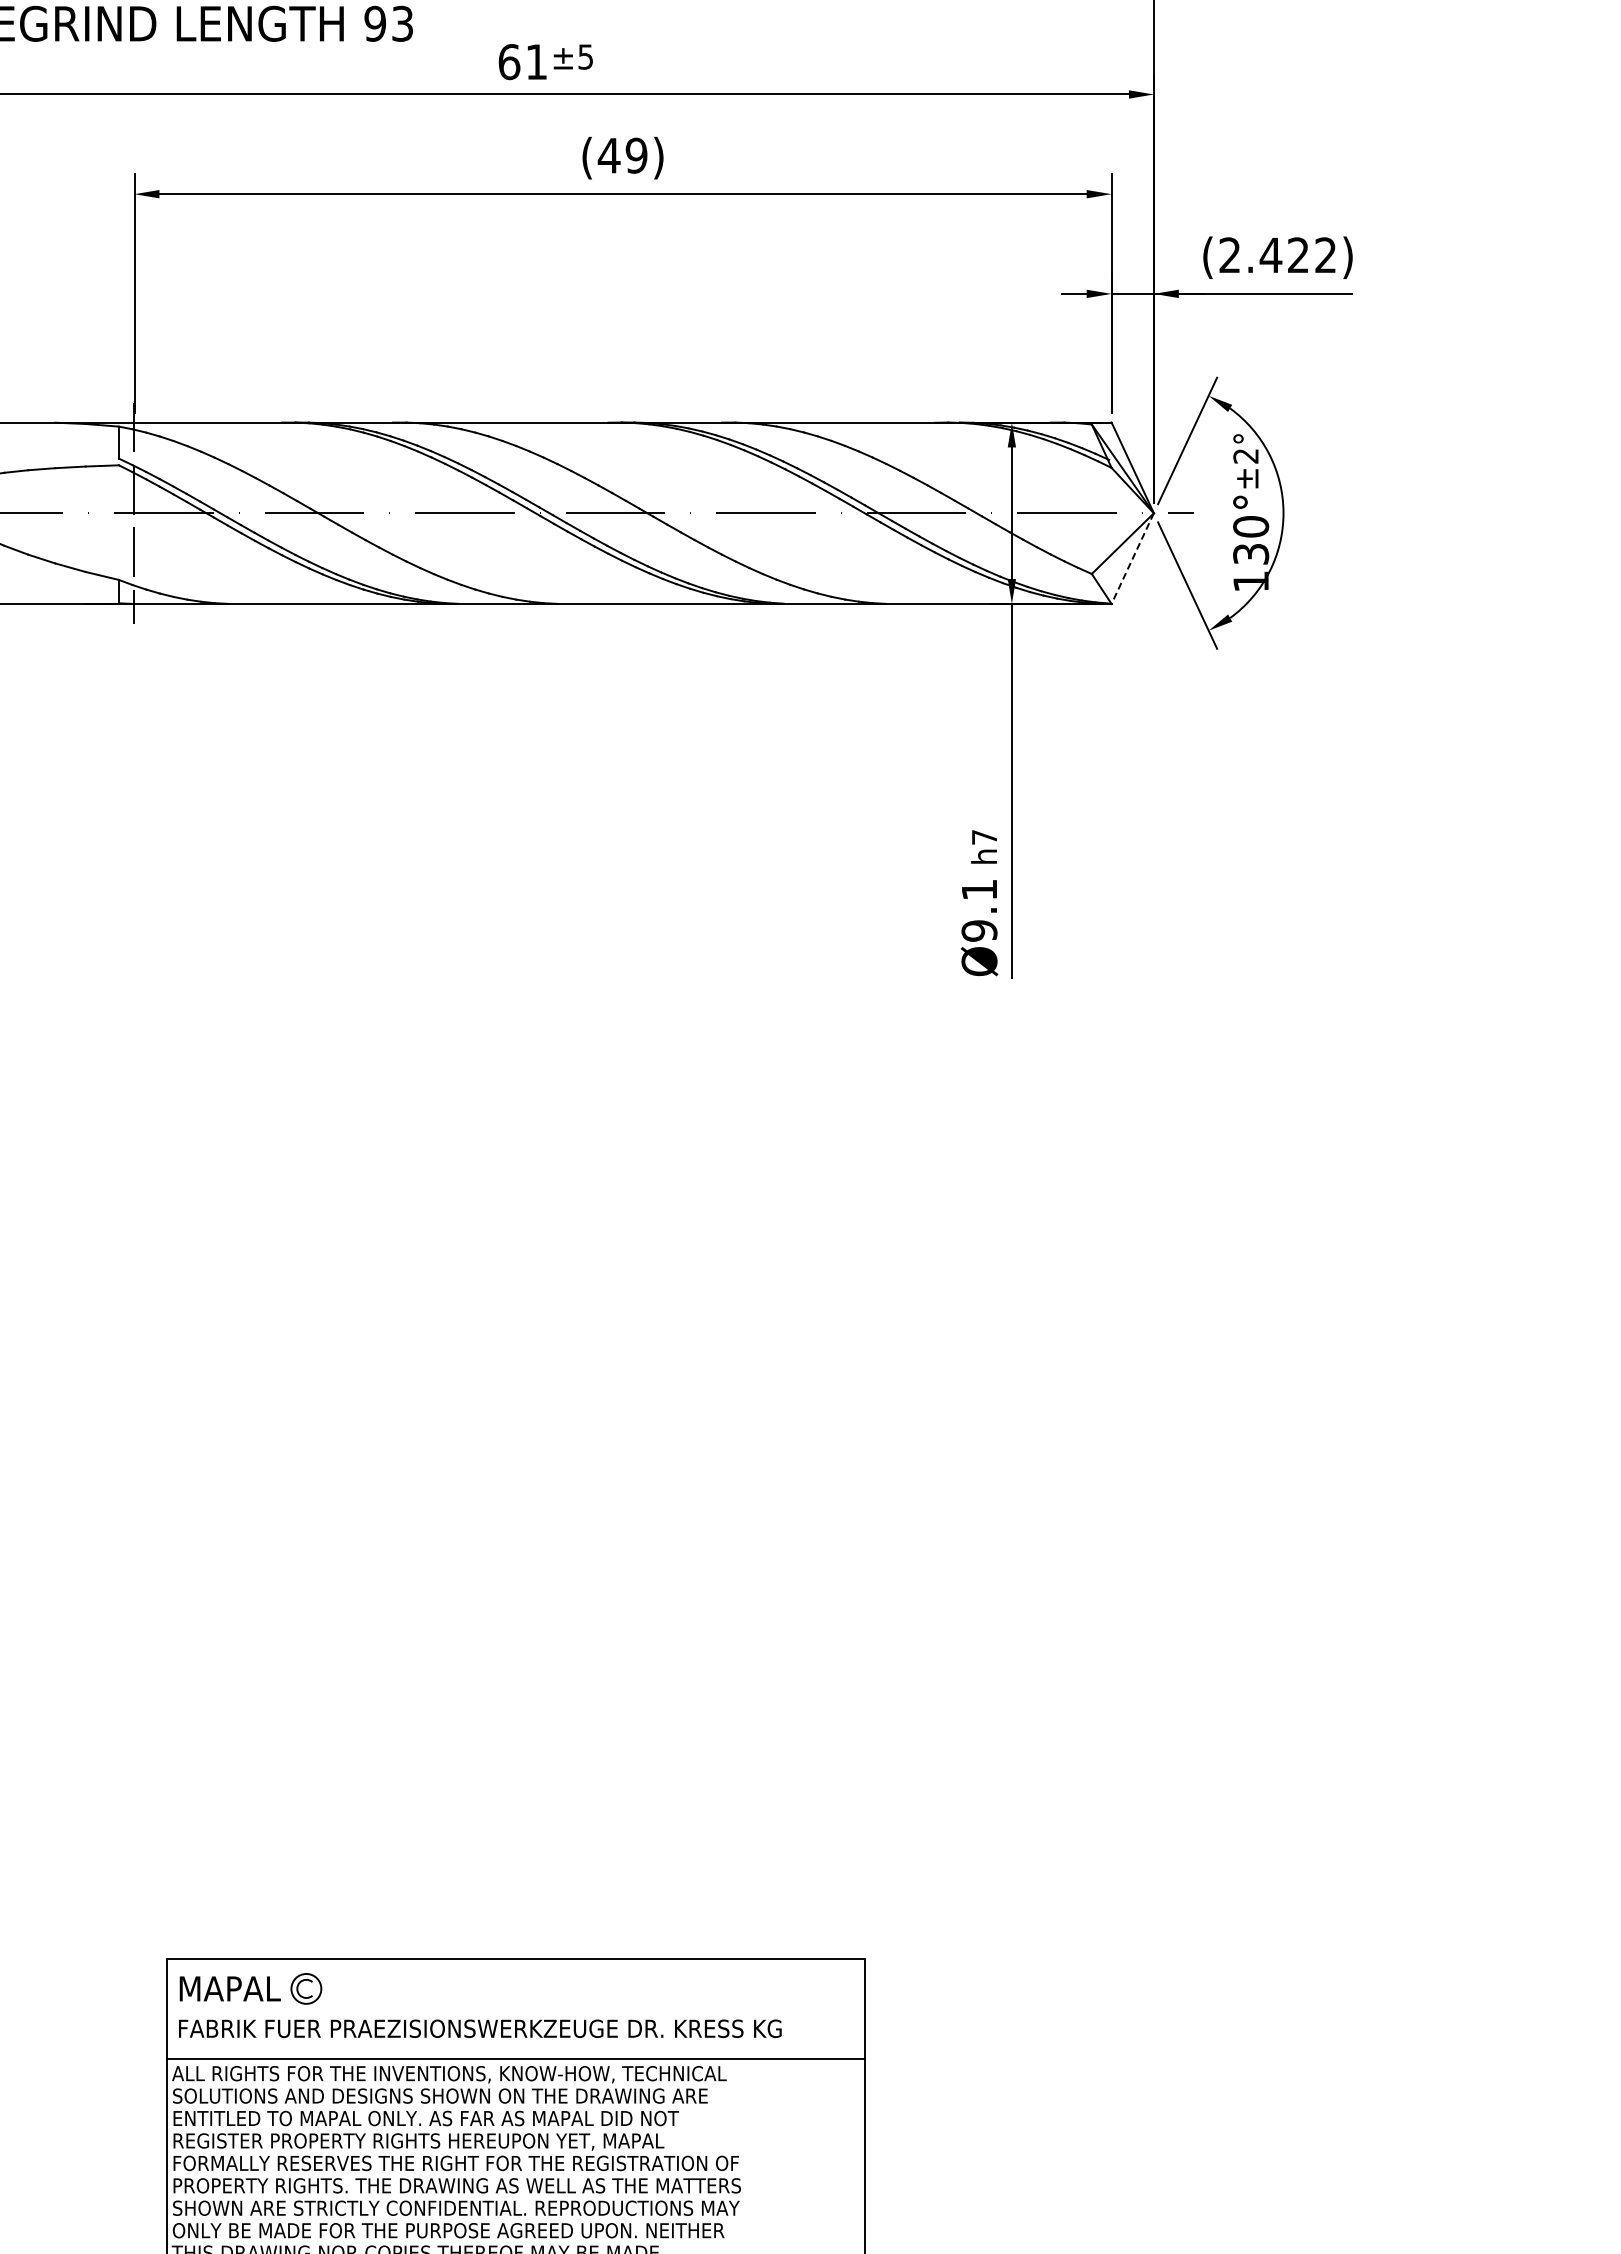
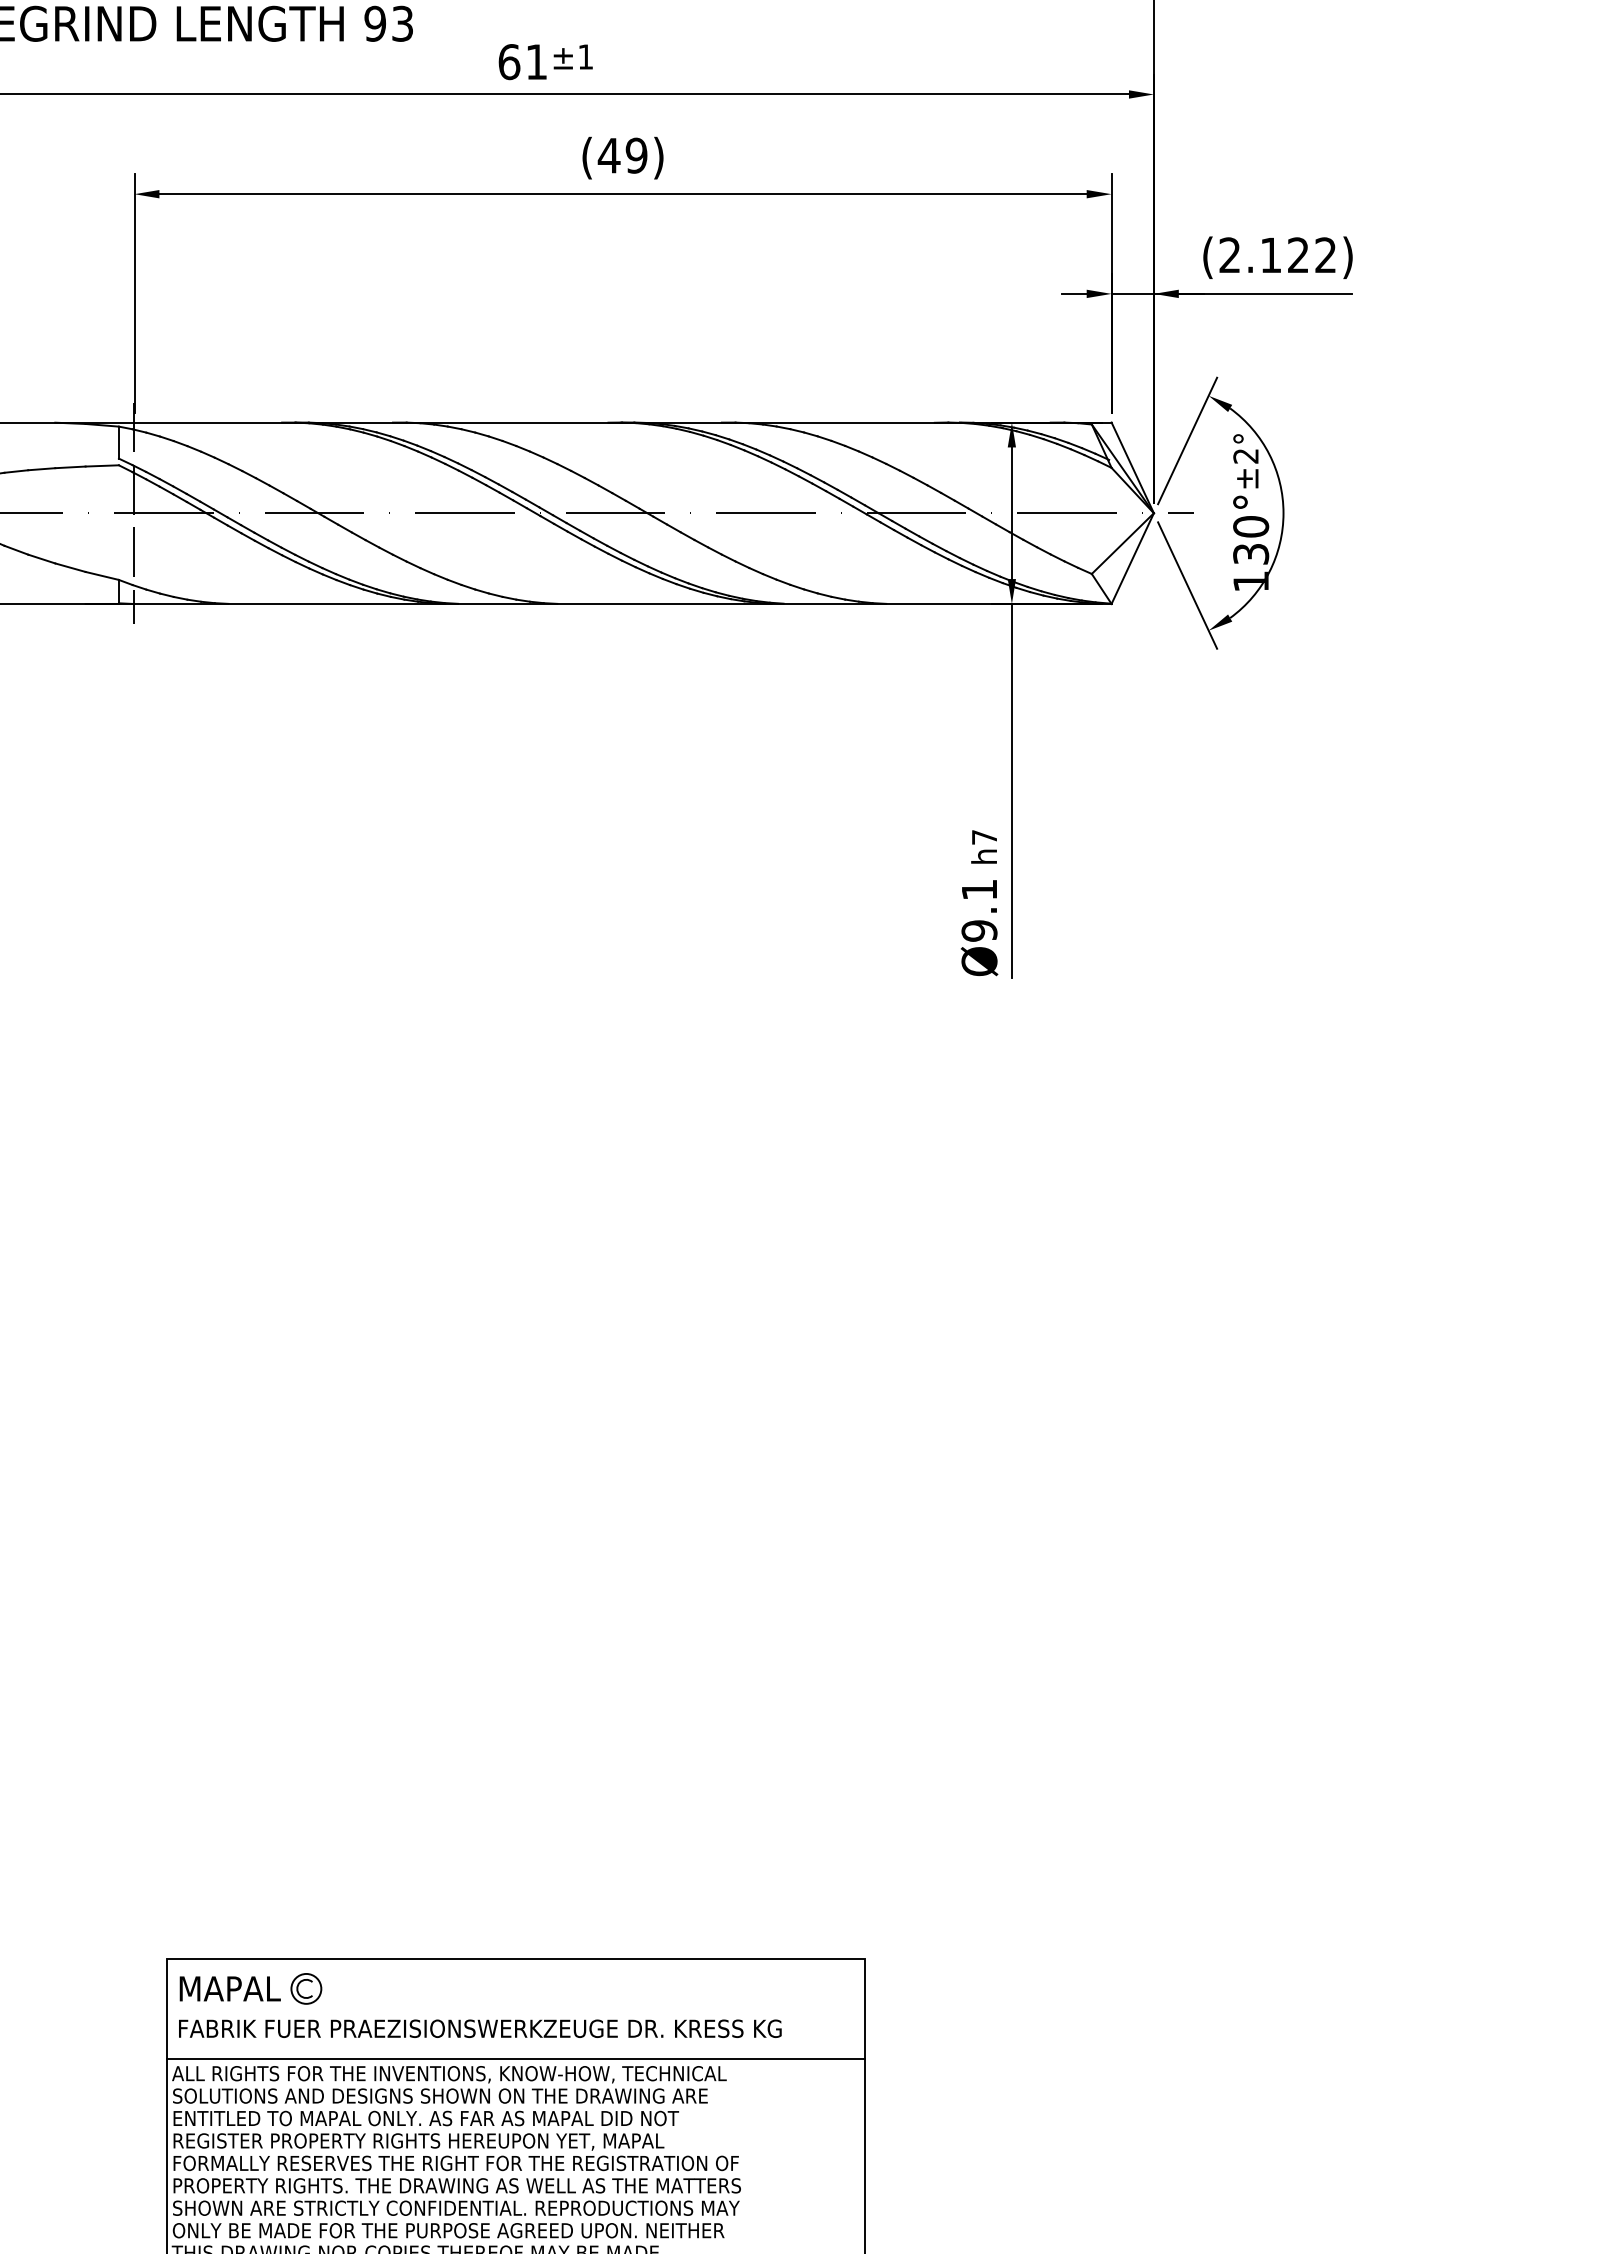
text at (585, 56): ±5 -> ±1
text at (1270, 254): (2.422) -> (2.122)
line at (1132, 559): dashed -> solid
